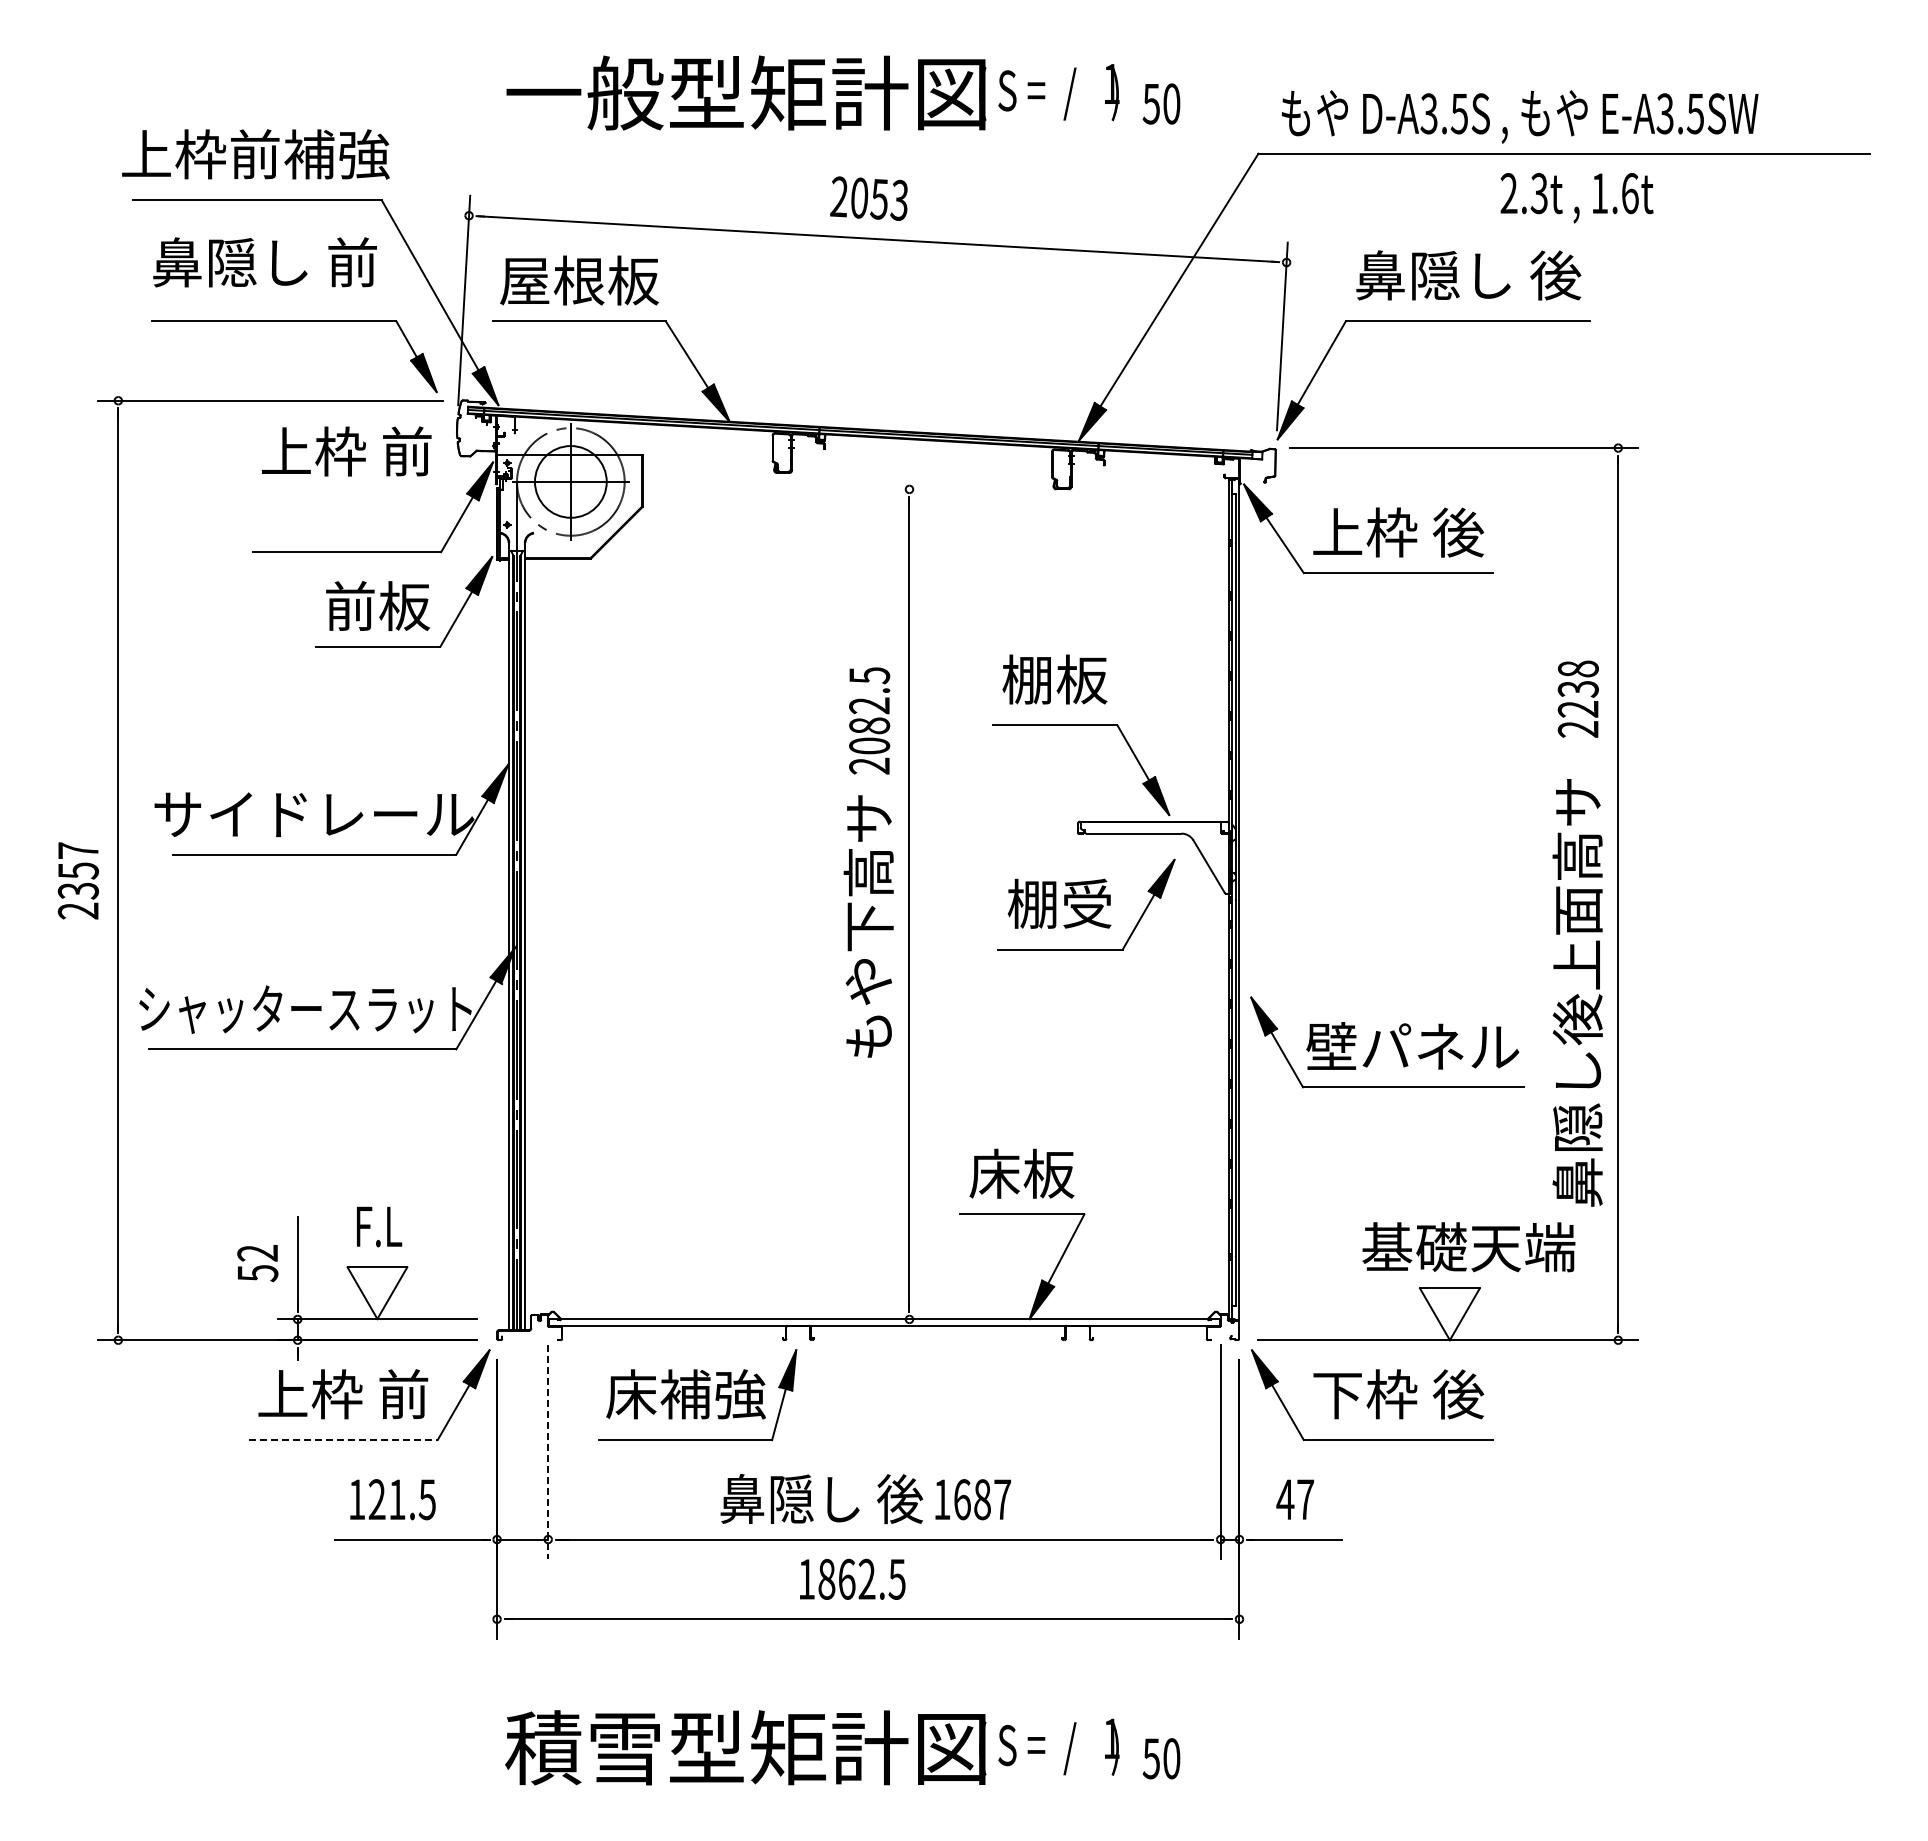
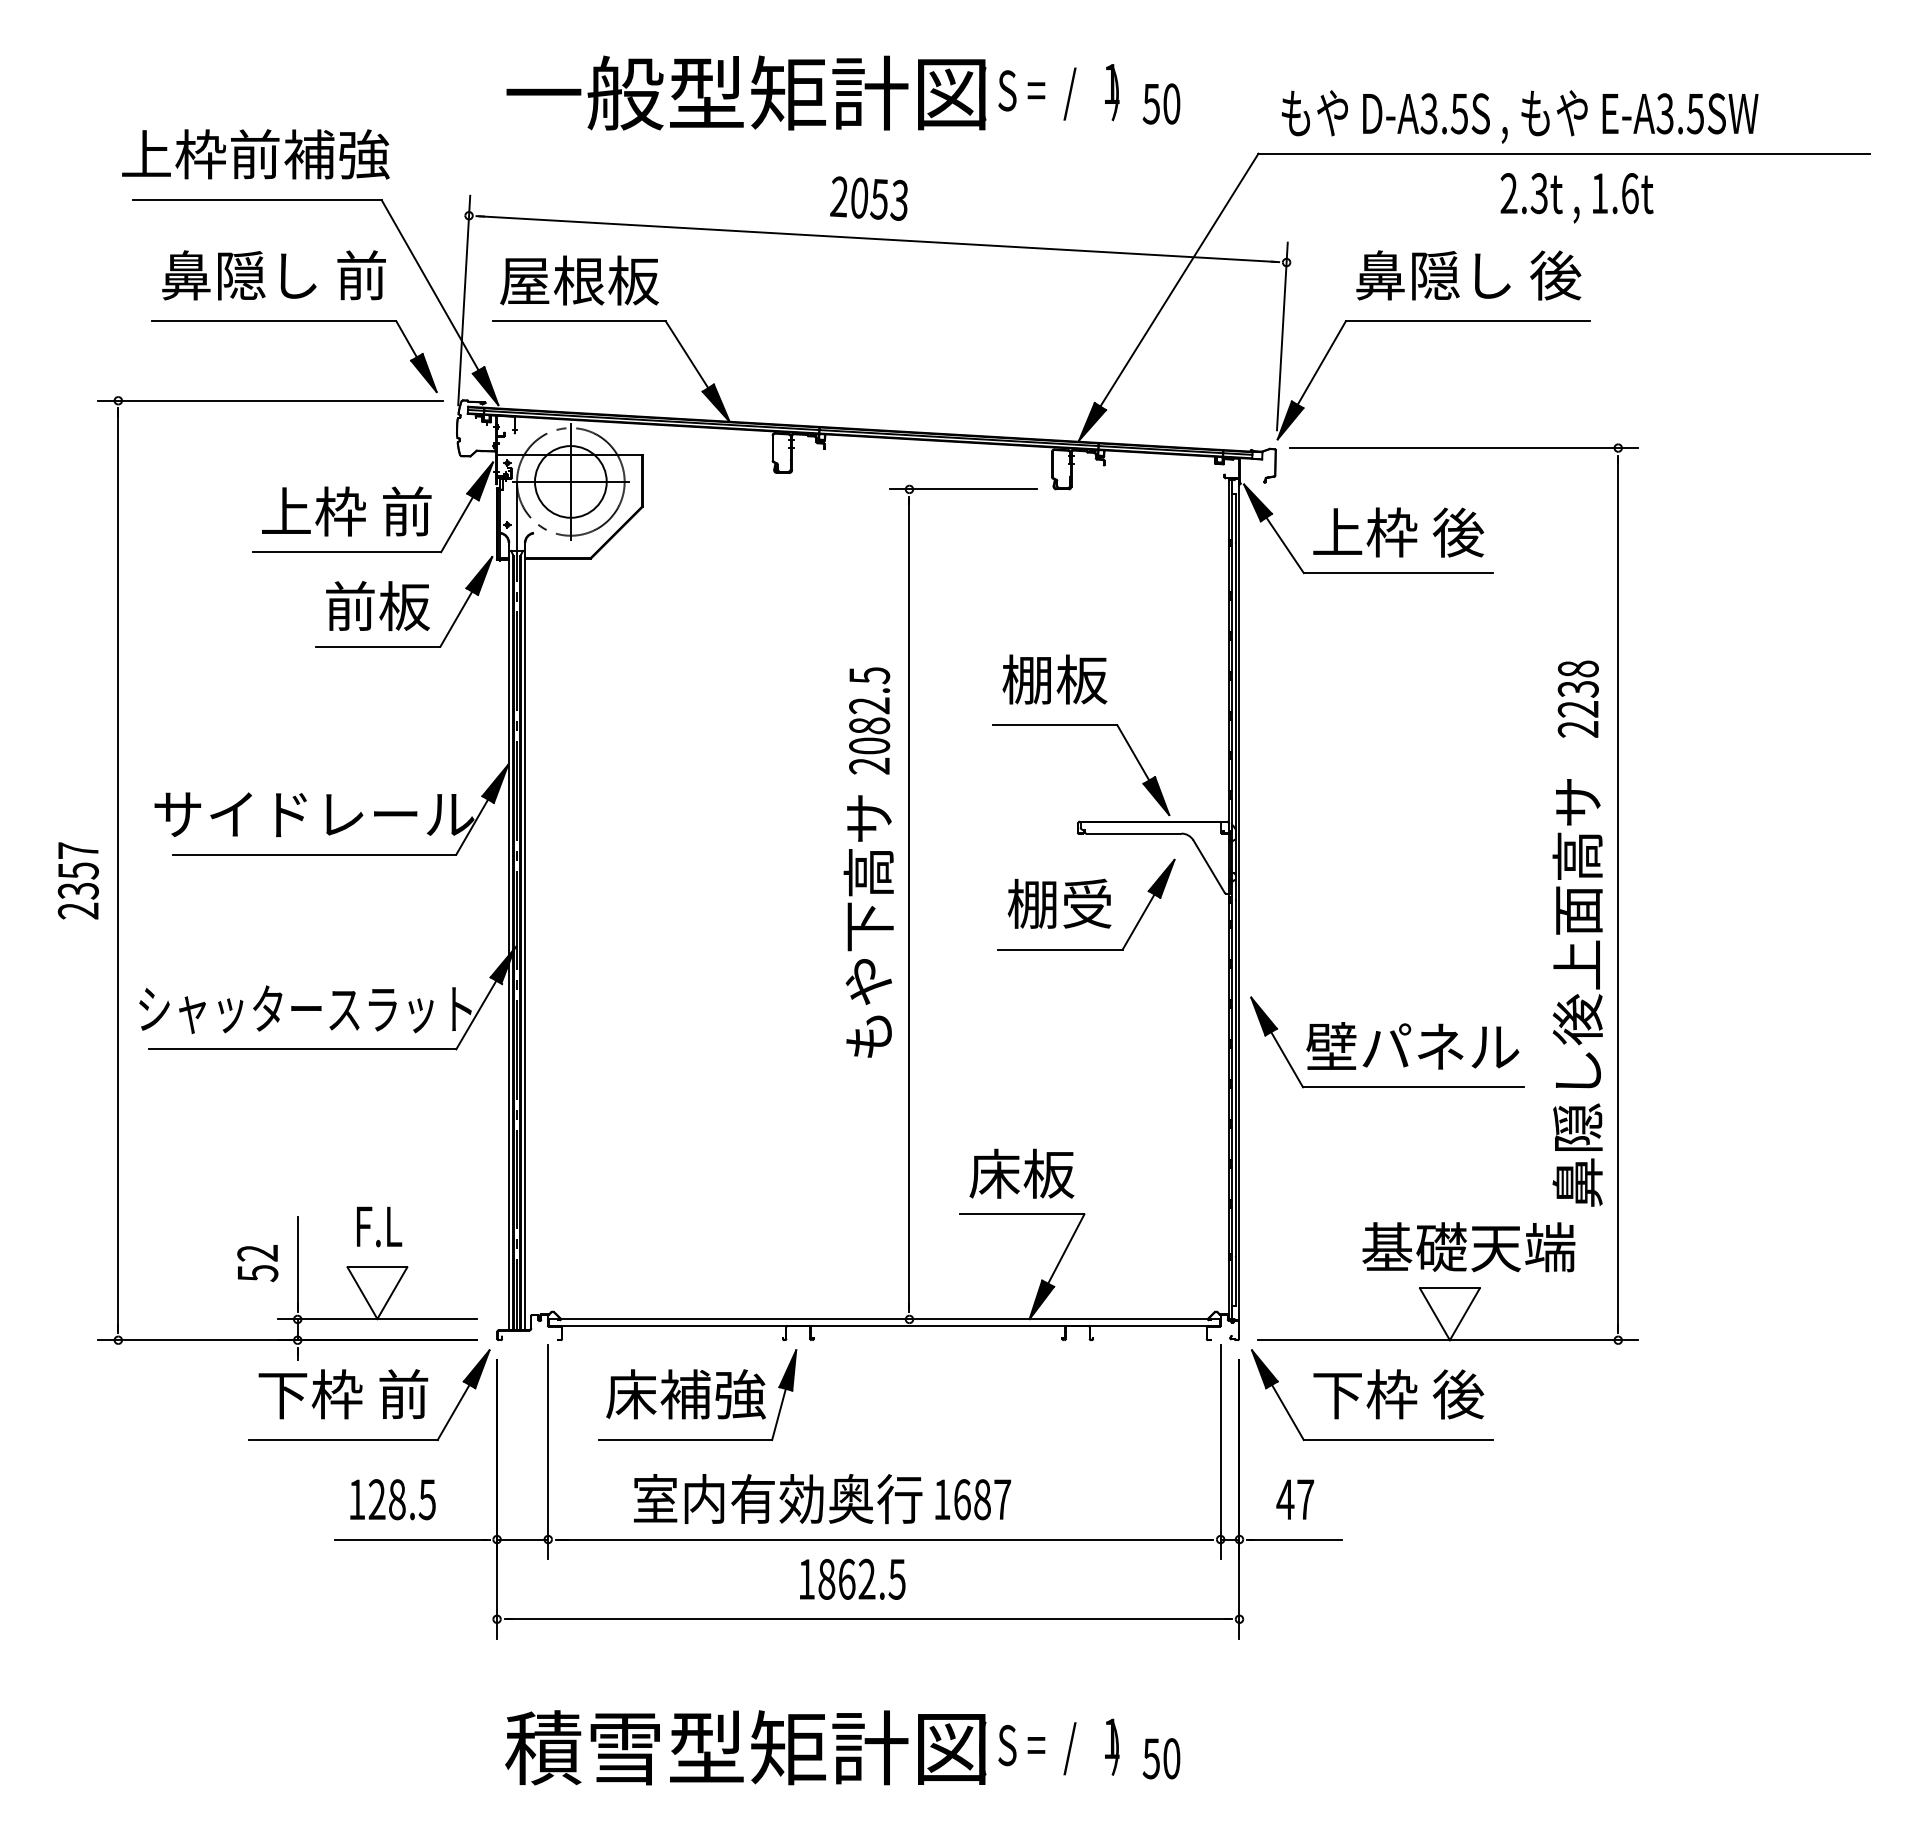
text at (264, 262) position: (264, 262) -> (273, 275)
text at (346, 451) position: (346, 451) -> (346, 511)
line at (962, 489): none -> present
text at (282, 1394): 上枠 前 -> 下枠 前
line at (343, 1440): dashed -> solid
line at (548, 1452): dashed -> solid
text at (778, 1498): 鼻隠し 後 -> 室内有効奥行
text at (397, 1499): 121.5 -> 128.5
